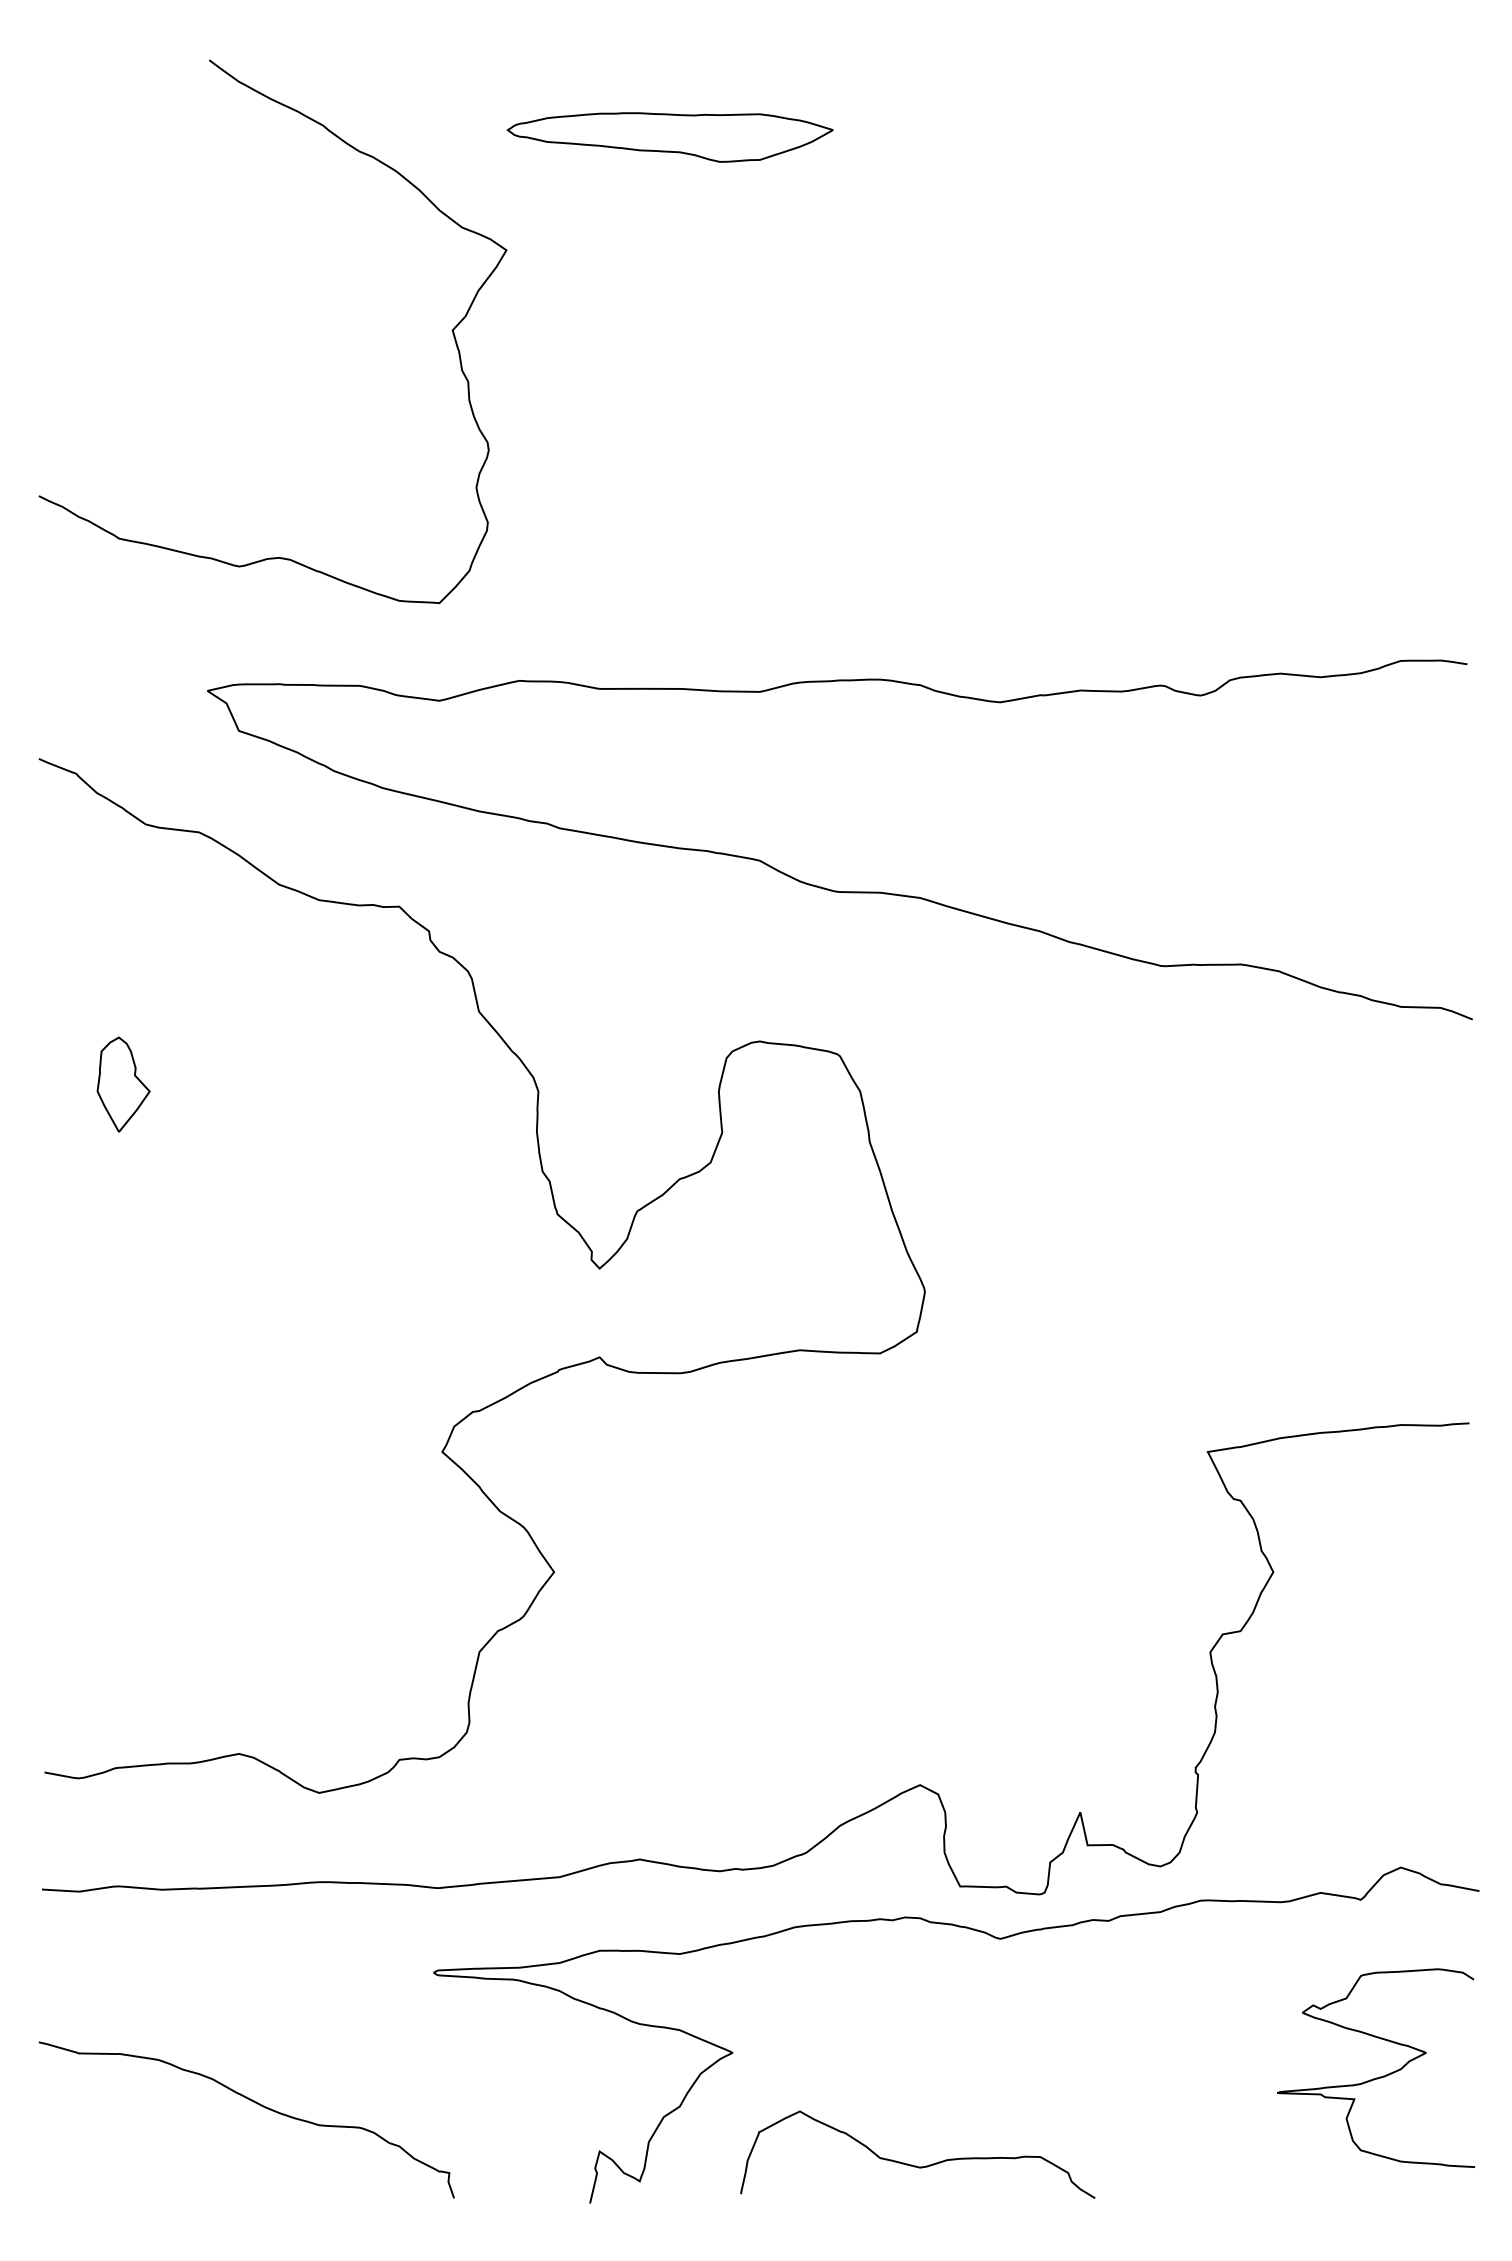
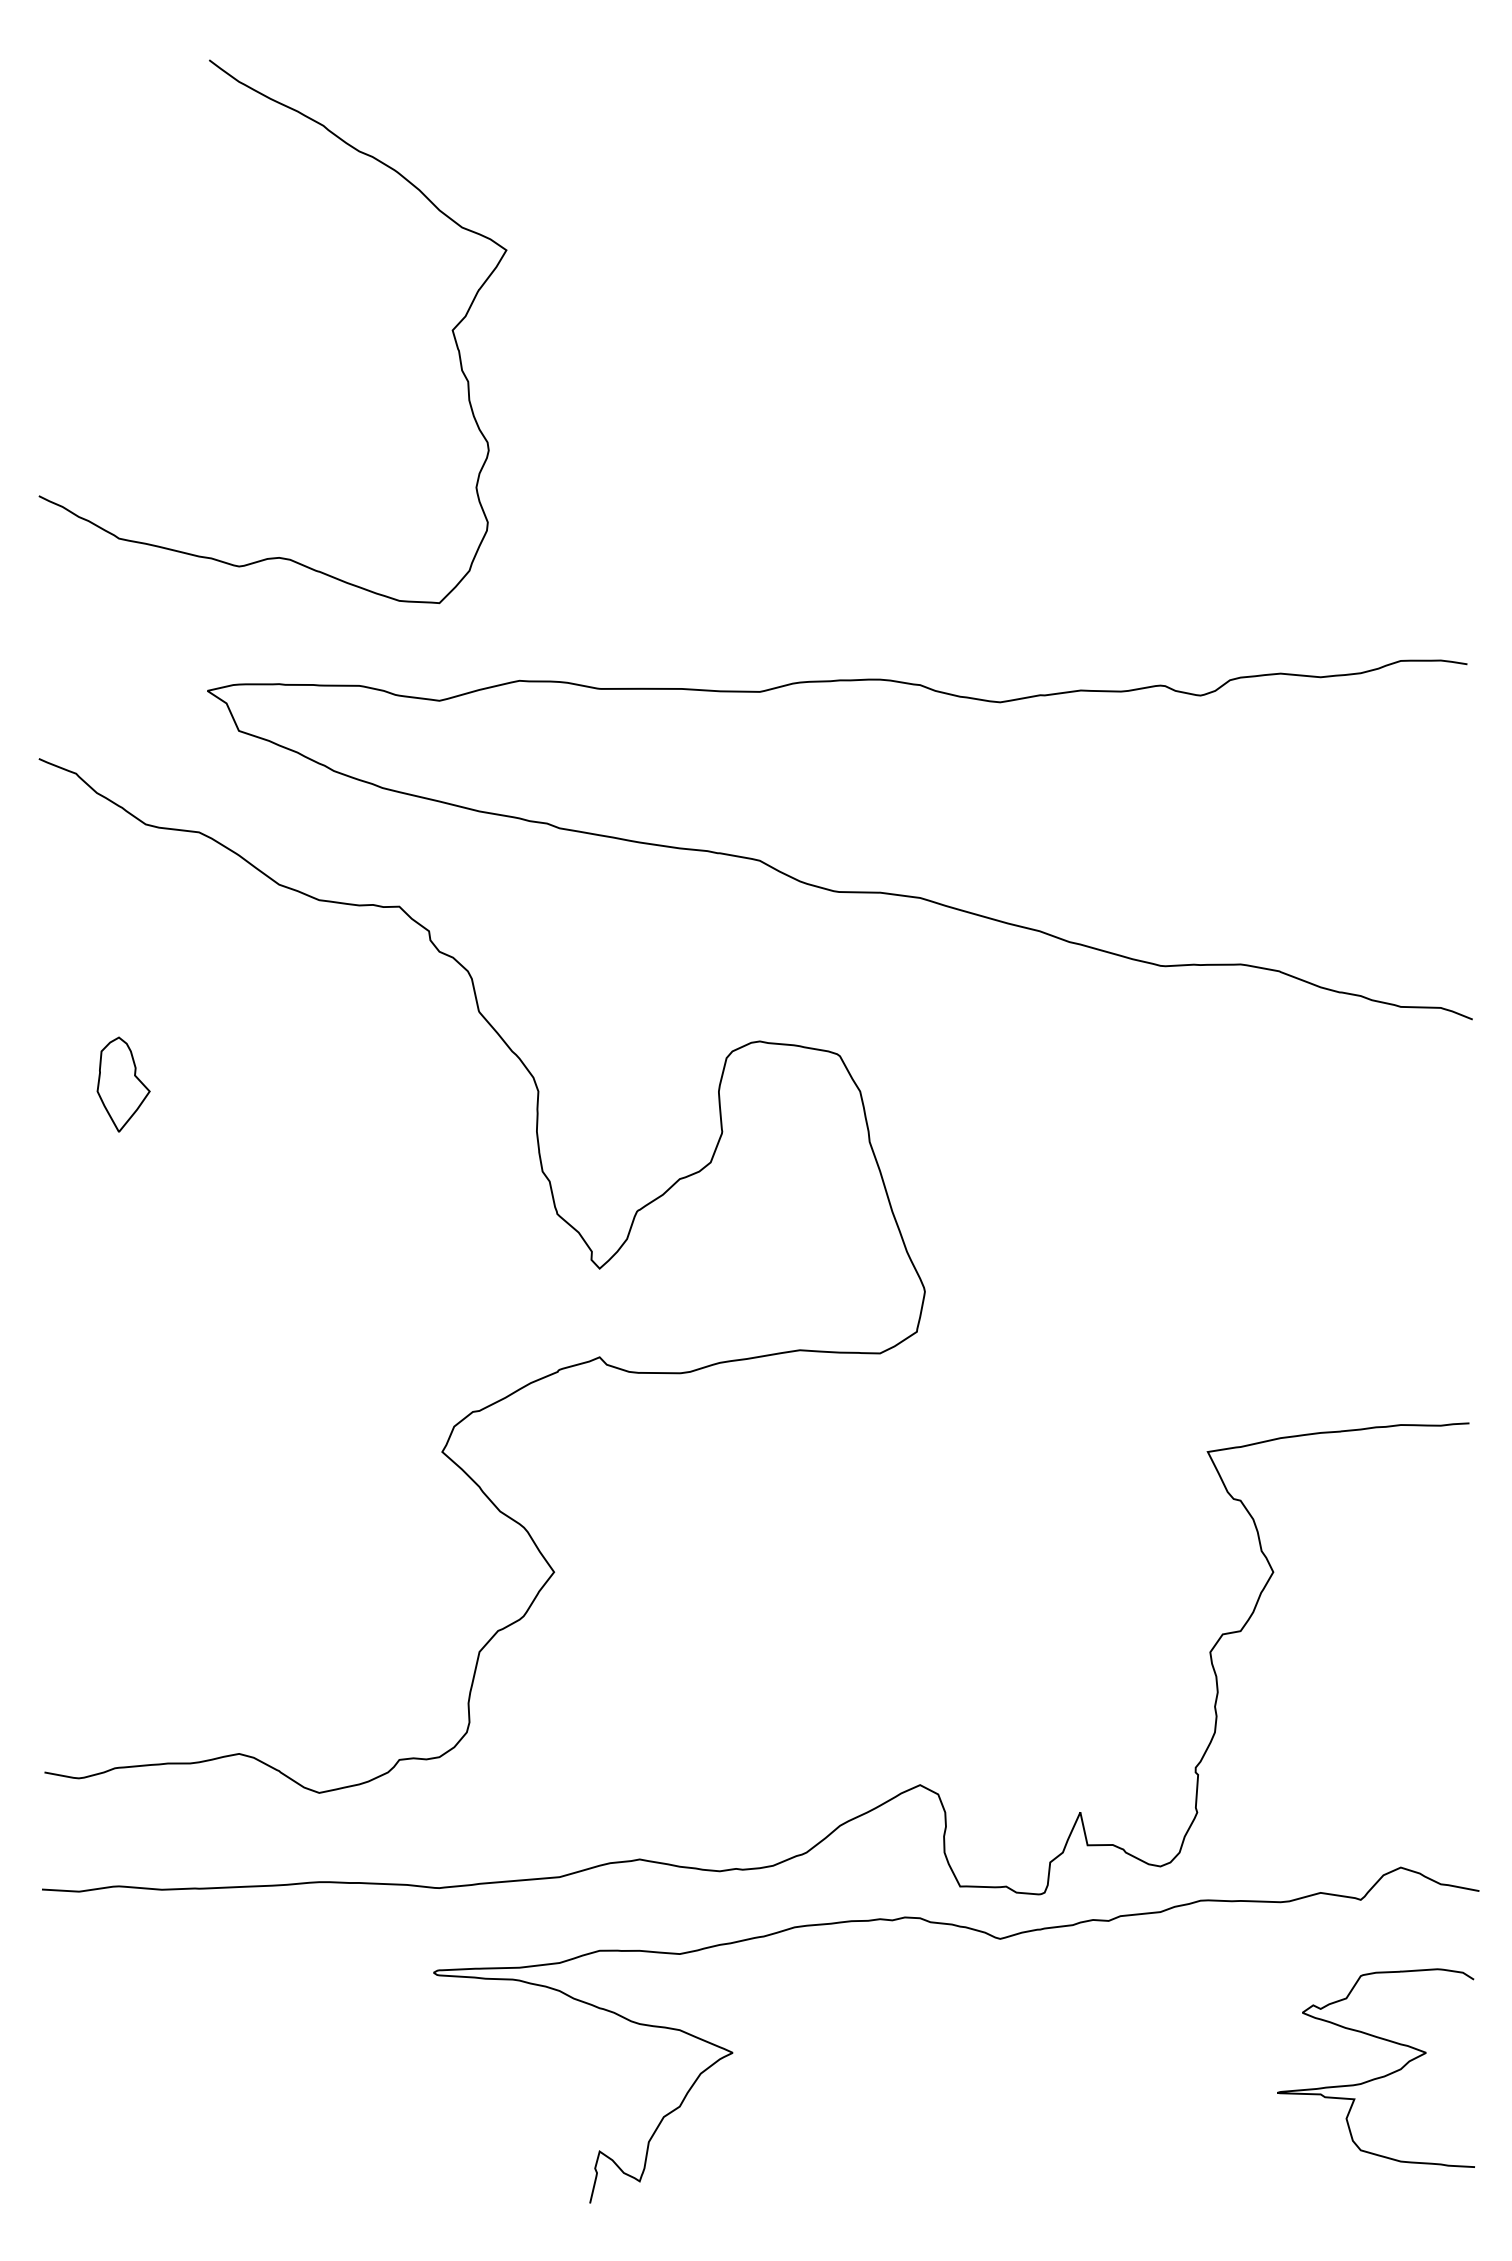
part at (669, 137): present -> none
curve at (255, 2103): present -> none
curve at (916, 2165): present -> none
